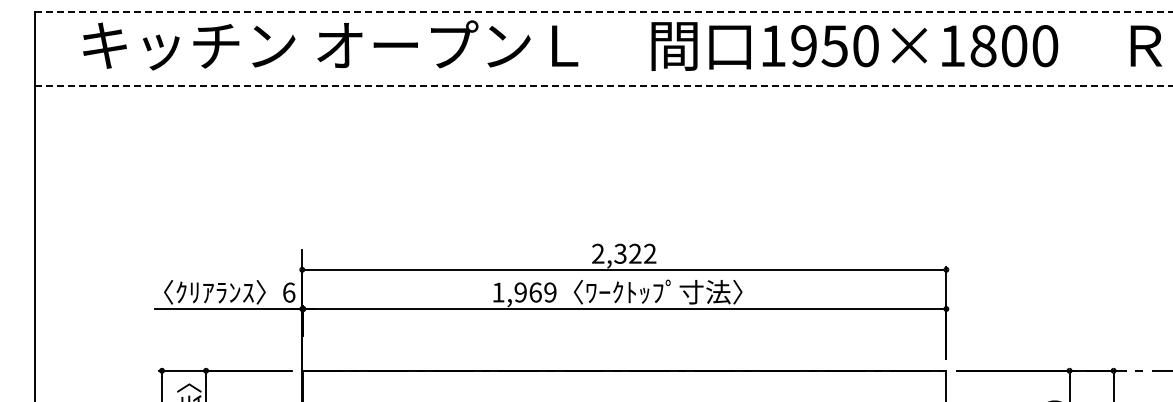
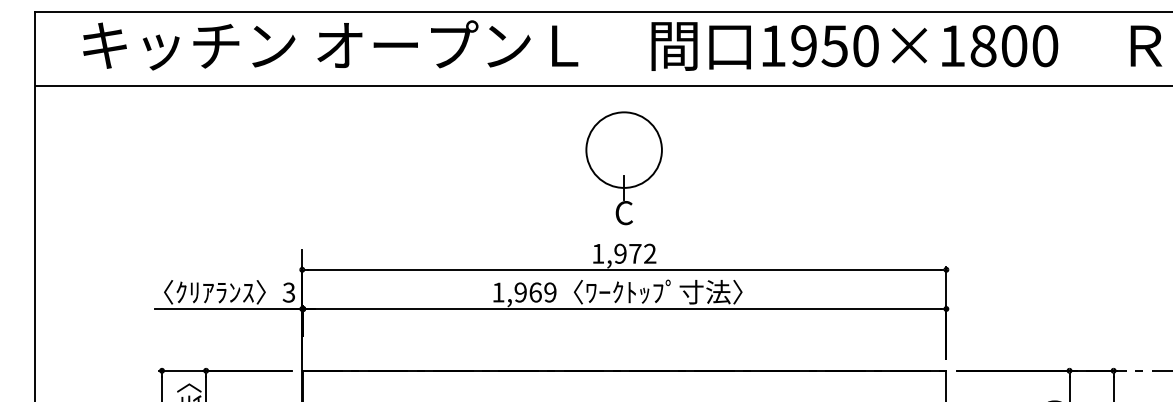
line at (604, 12): dashed -> solid
line at (604, 85): dashed -> solid
part at (623, 168): none -> present
text at (616, 253): 2,322 -> 1,972
text at (288, 292): 6 -> 3
